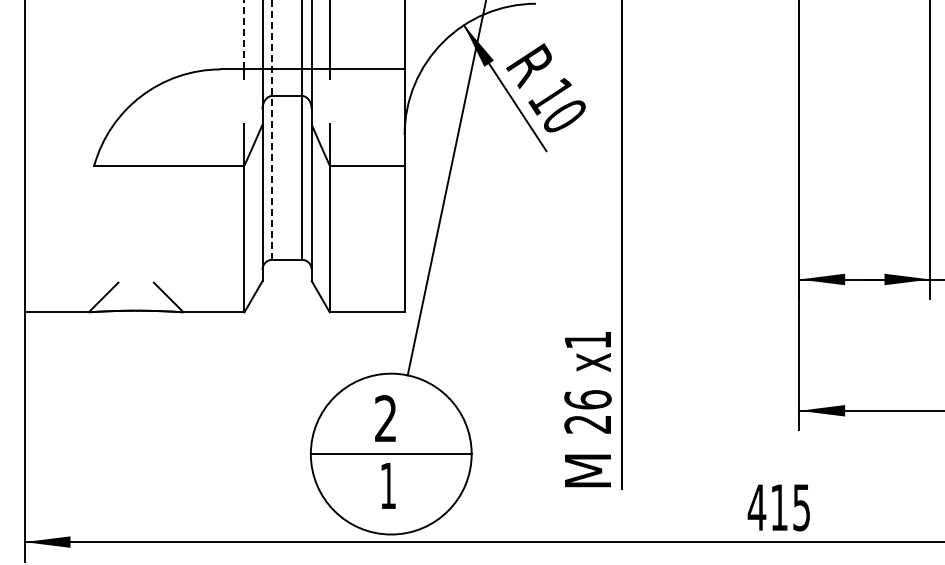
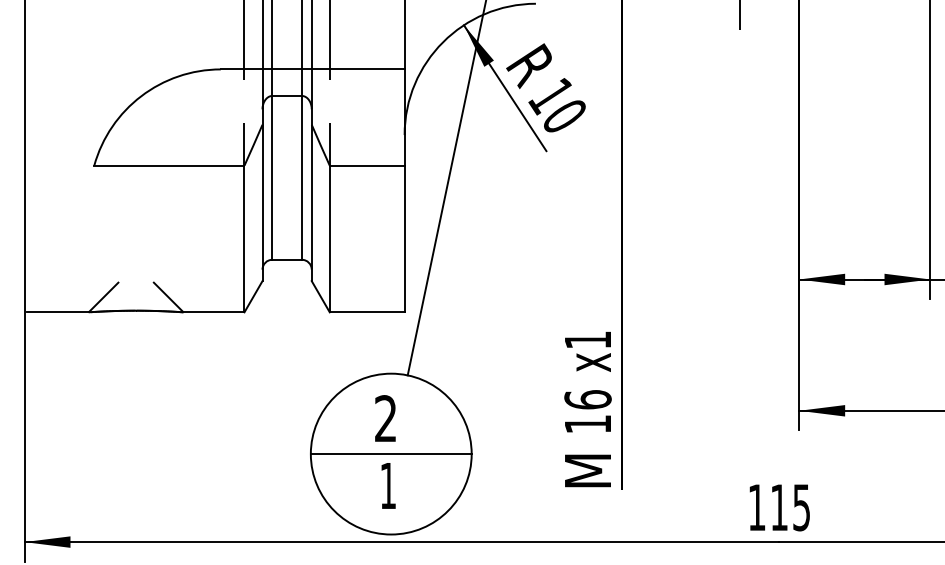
line at (740, 15): none -> present
line at (244, 35): dashed -> solid
line at (272, 129): dashed -> solid
text at (587, 424): 26 -> 16
text at (756, 507): 415 -> 115
